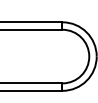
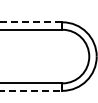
line at (31, 22): solid -> dashed
line at (31, 90): solid -> dashed
